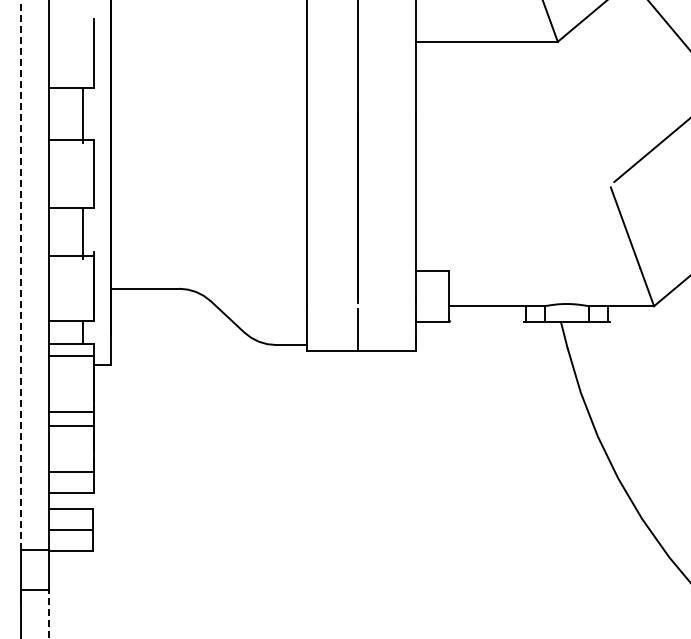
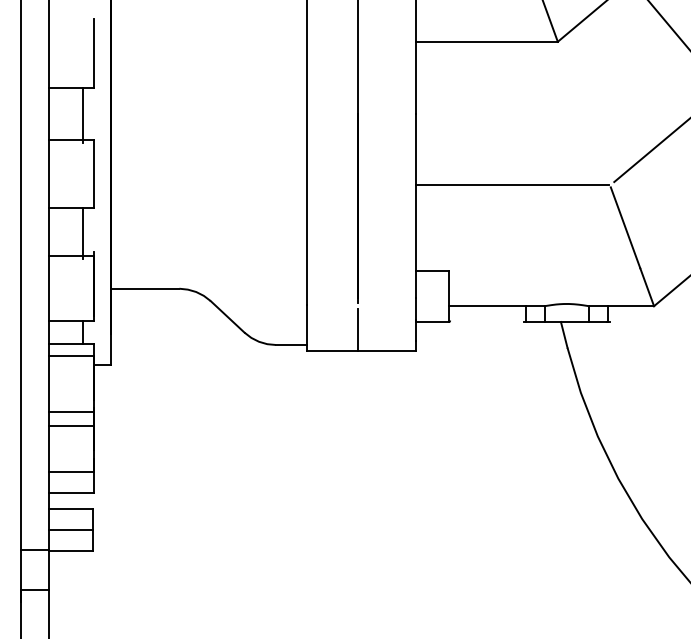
line at (511, 185): none -> present
line at (20, 274): dashed -> solid
line at (49, 614): dashed -> solid
